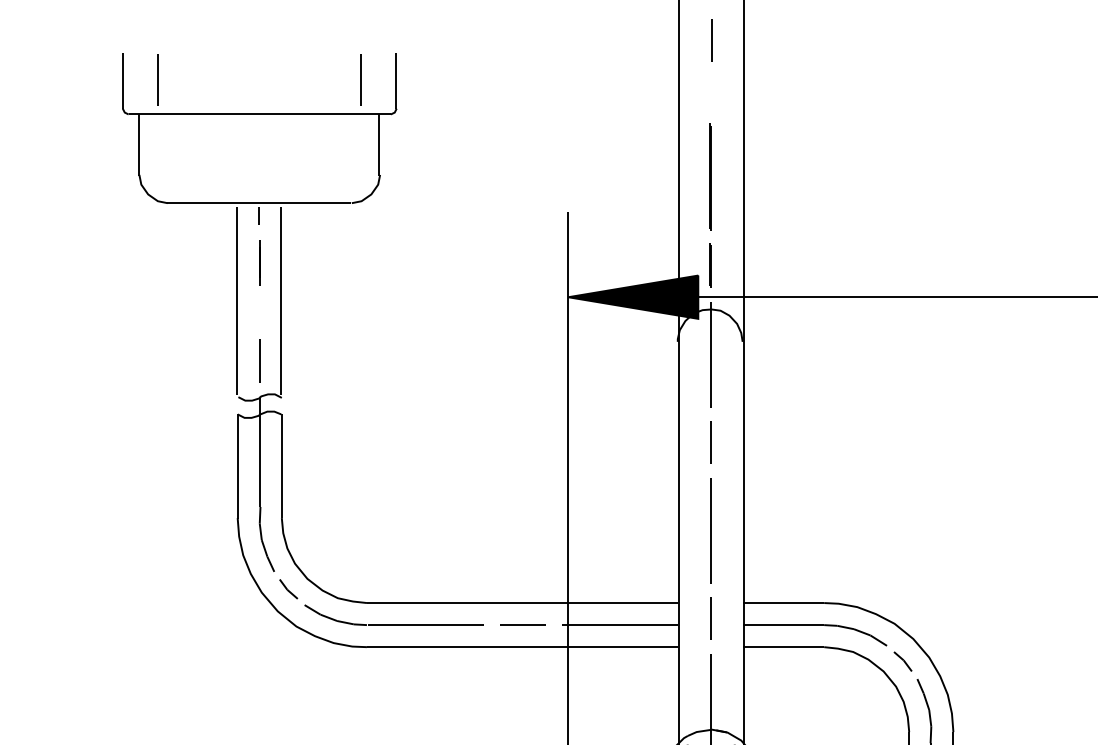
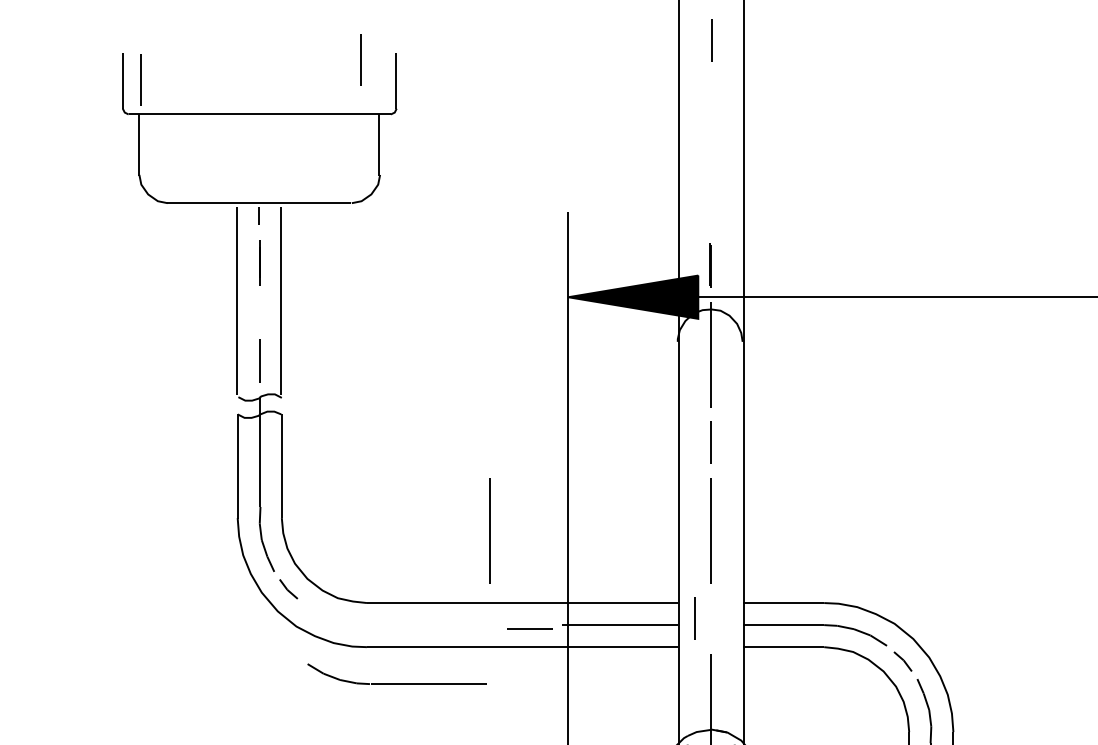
line at (157, 79) position: (157, 79) -> (140, 79)
line at (360, 79) position: (360, 79) -> (360, 59)
line at (710, 176): present -> none
line at (489, 530): none -> present
line at (710, 618) position: (710, 618) -> (694, 618)
part at (393, 624) position: (393, 624) -> (396, 683)
line at (522, 624) position: (522, 624) -> (529, 628)
